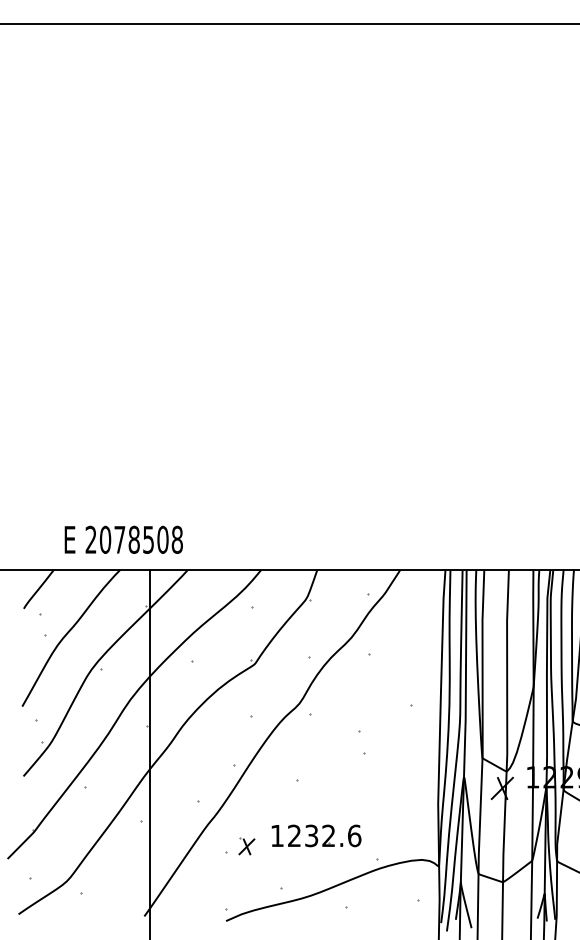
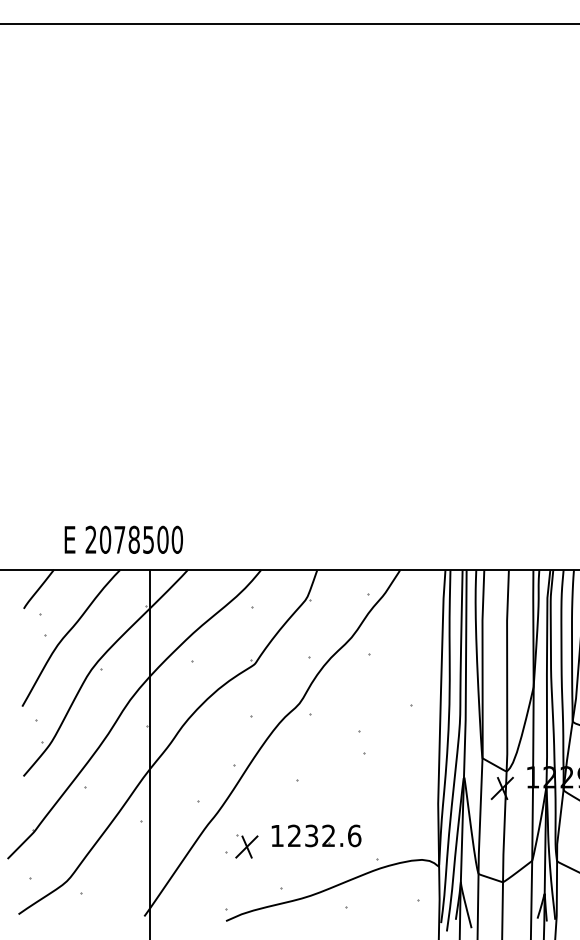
text at (176, 539): 2078508 -> 2078500
part at (246, 846) size: 18x19 px -> 24x25 px
